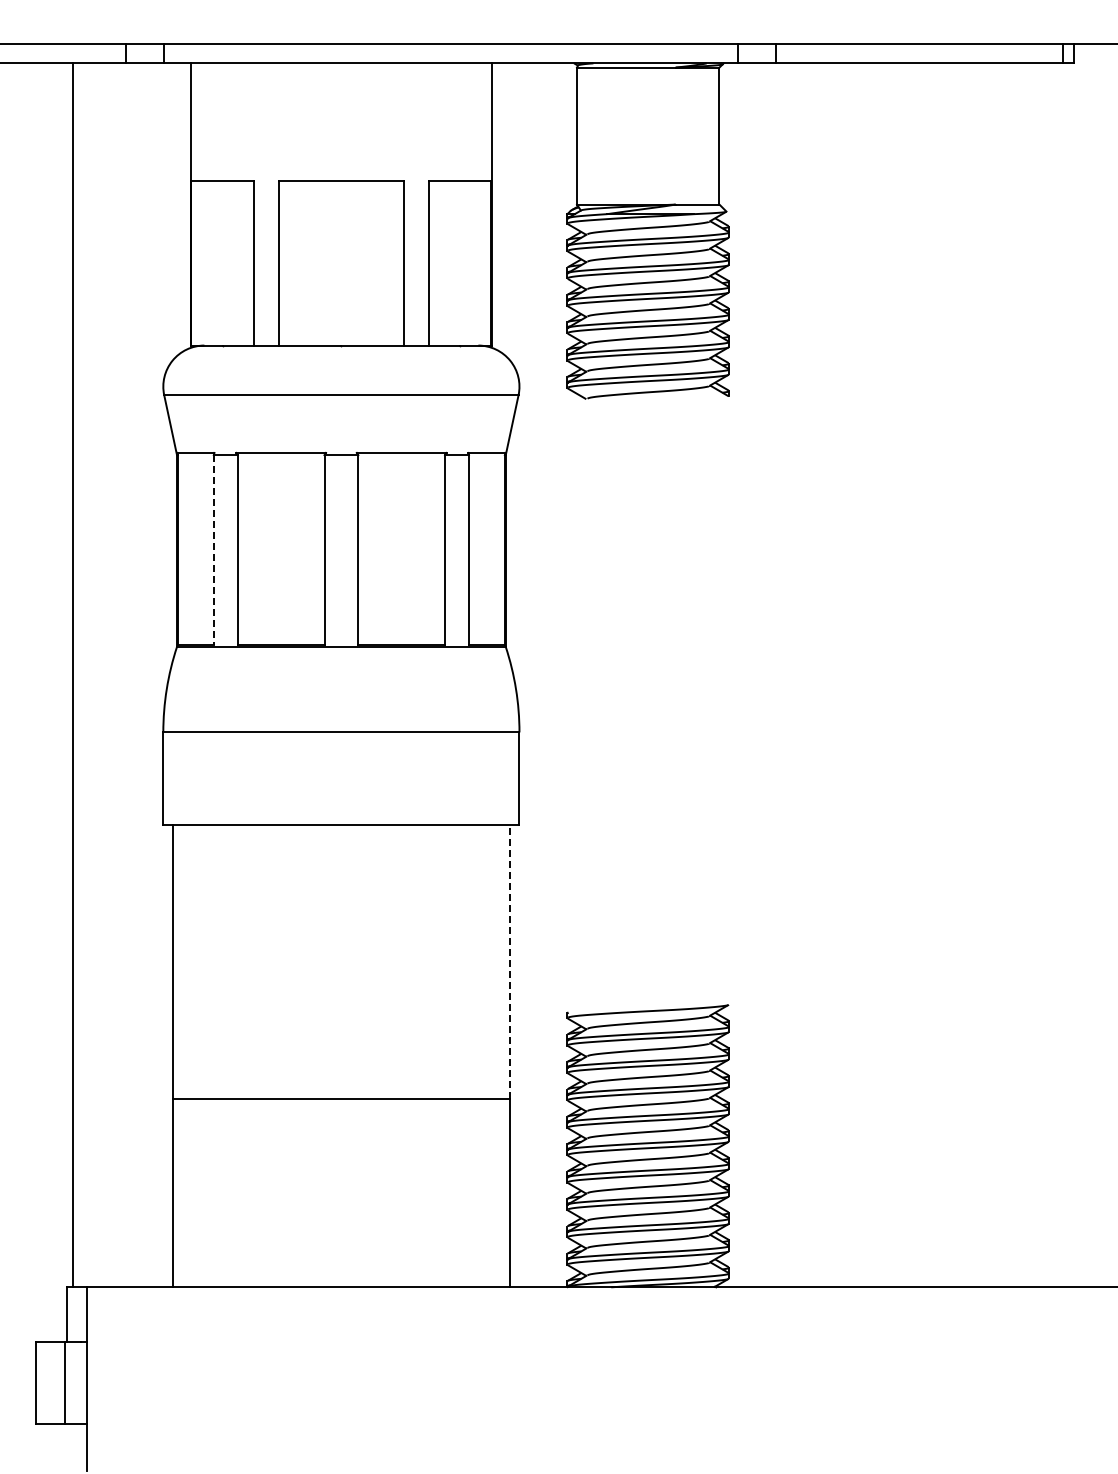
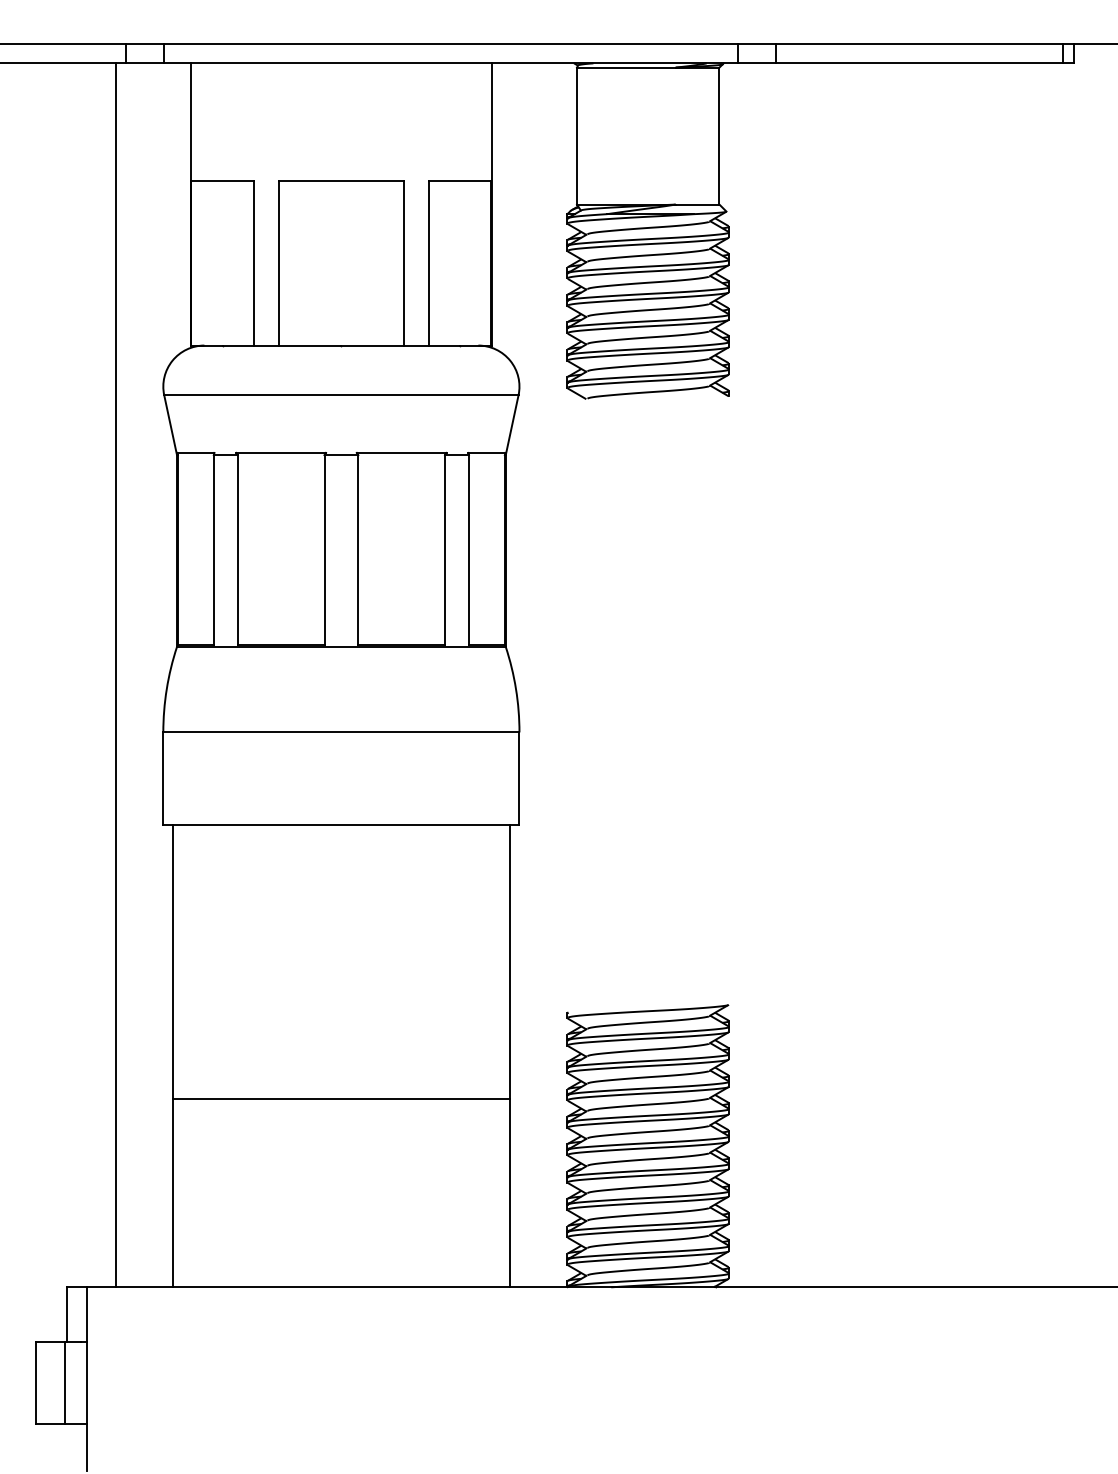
line at (213, 549): dashed -> solid
line at (73, 675) position: (73, 675) -> (116, 675)
line at (509, 961): dashed -> solid
